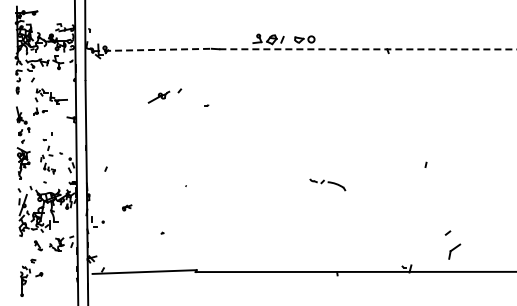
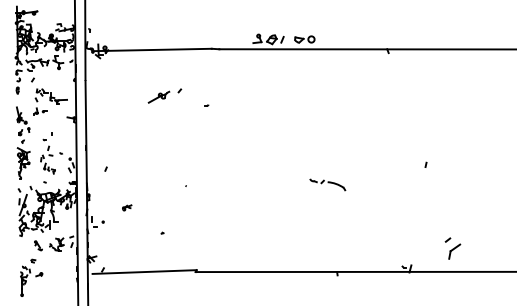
line at (152, 49): dashed -> solid
line at (368, 49): dashed -> solid
line at (447, 232) position: (447, 232) -> (447, 239)
